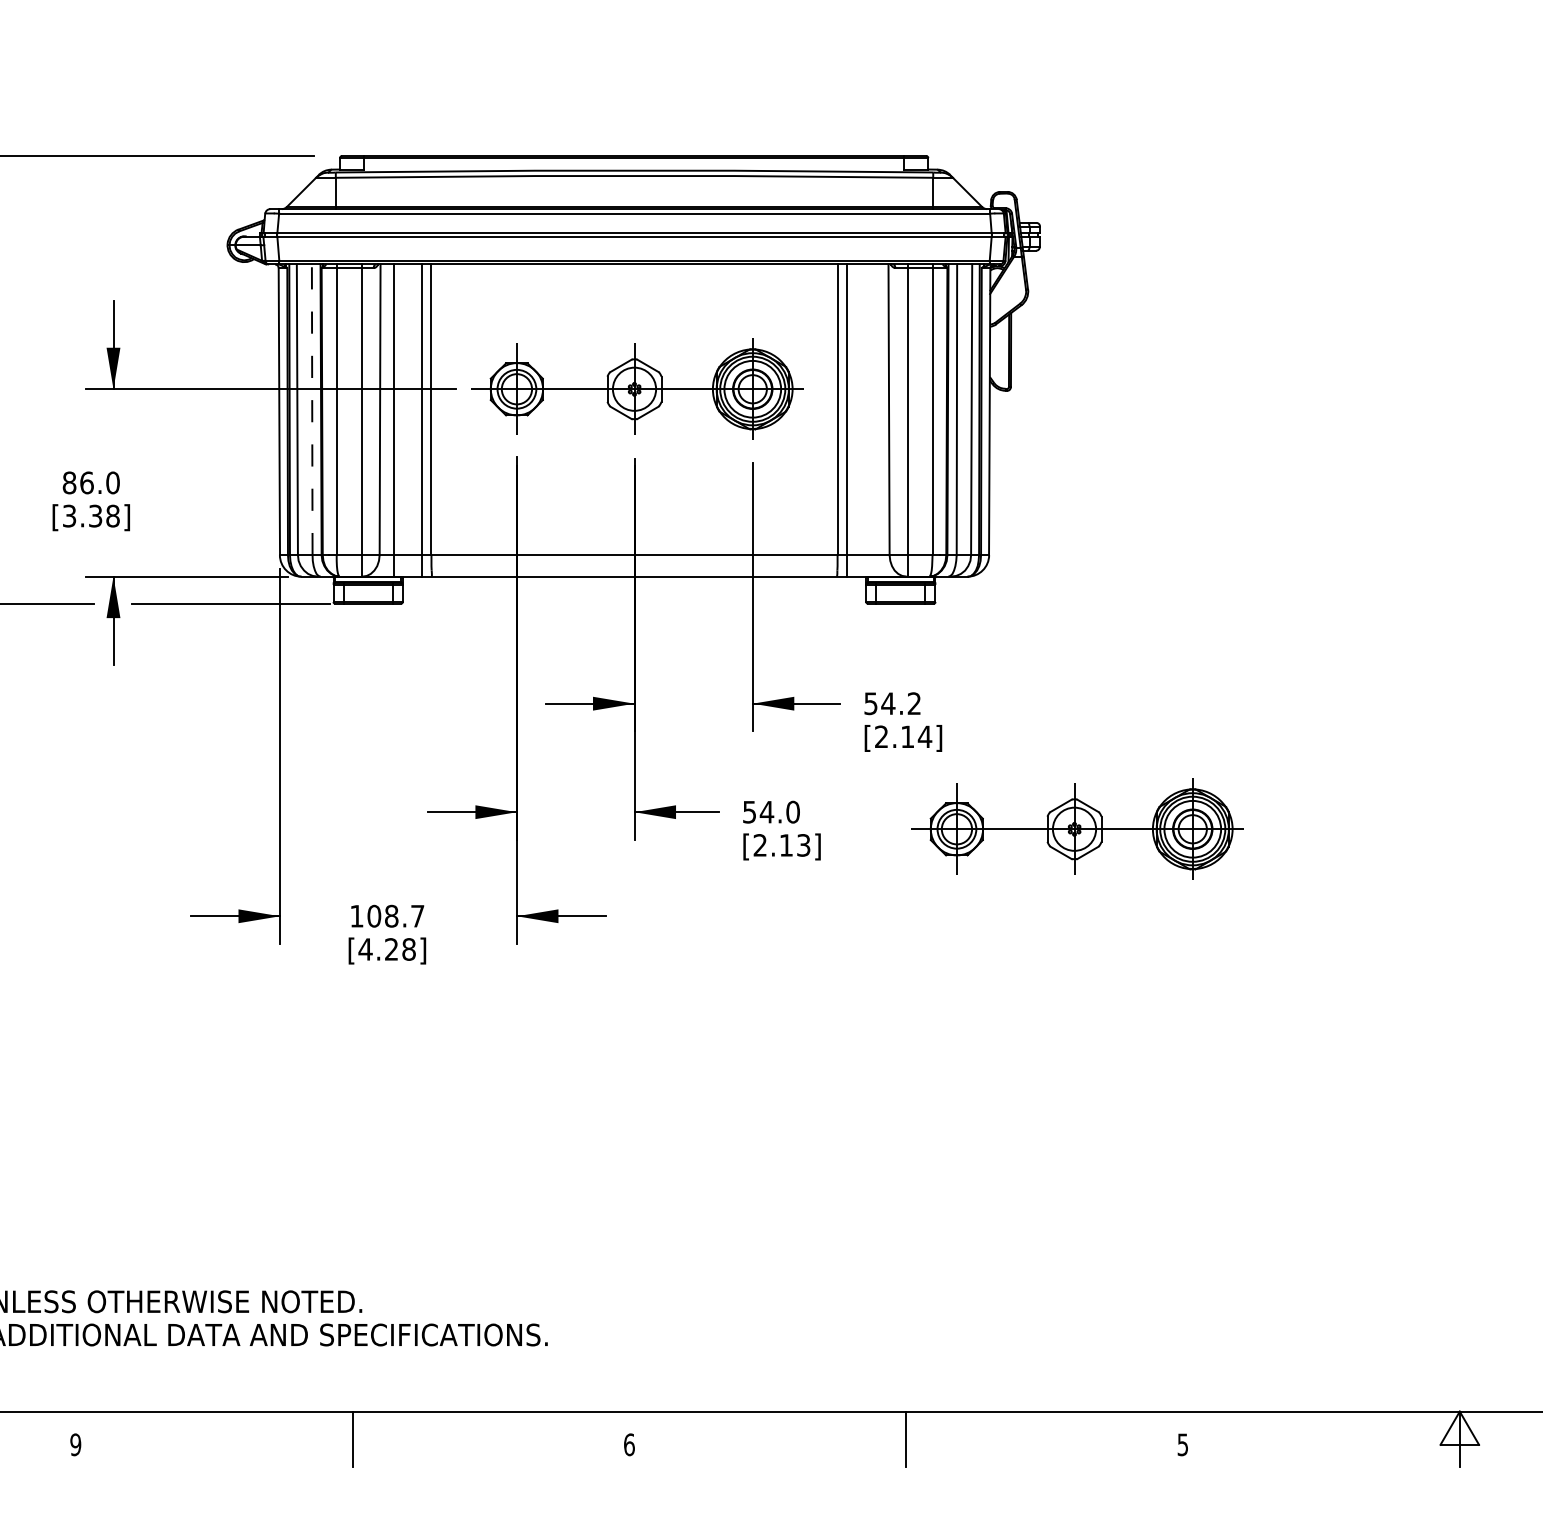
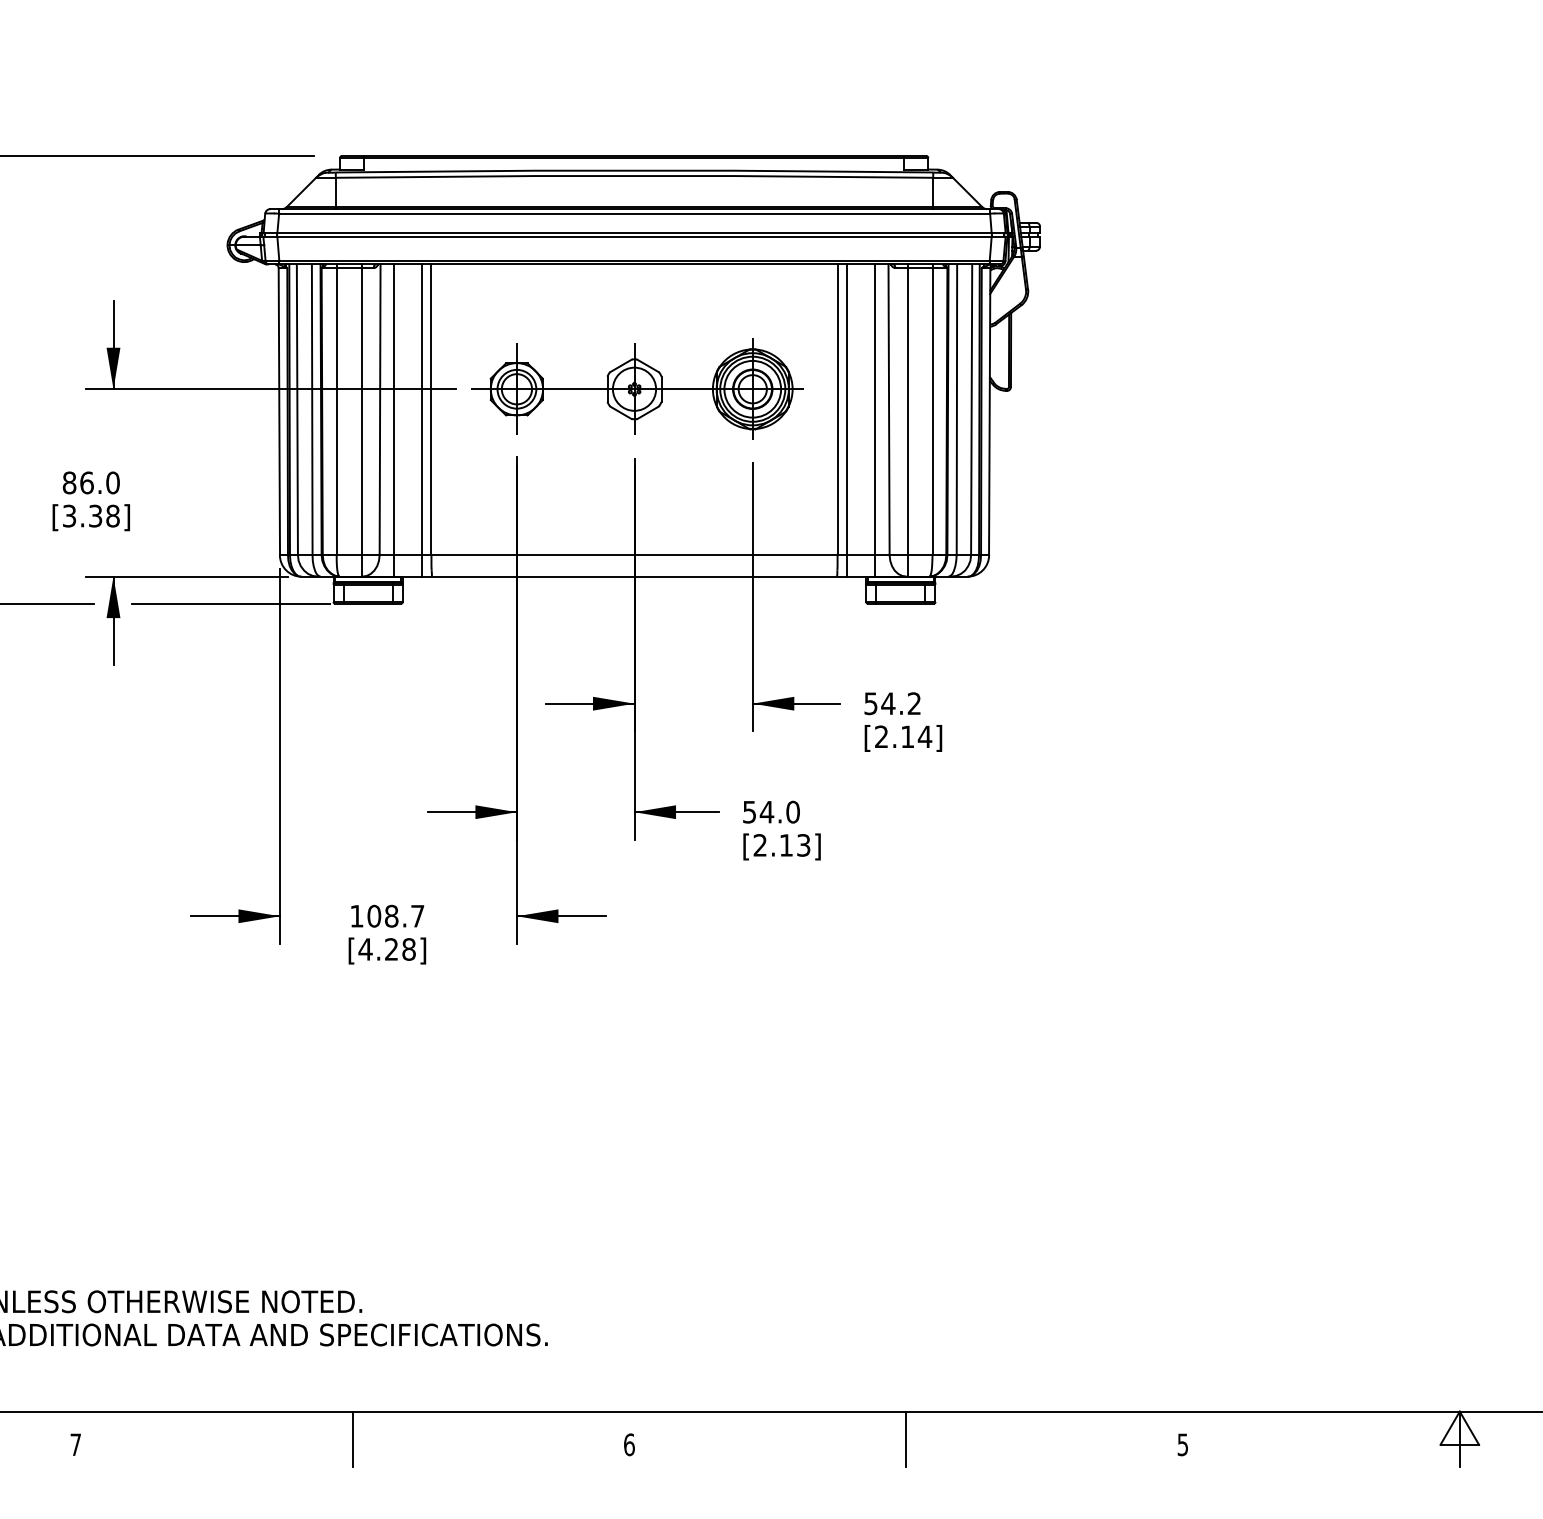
line at (312, 409): dashed -> solid
line at (874, 420): none -> present
part at (1077, 828): present -> none
text at (75, 1444): 9 -> 7
